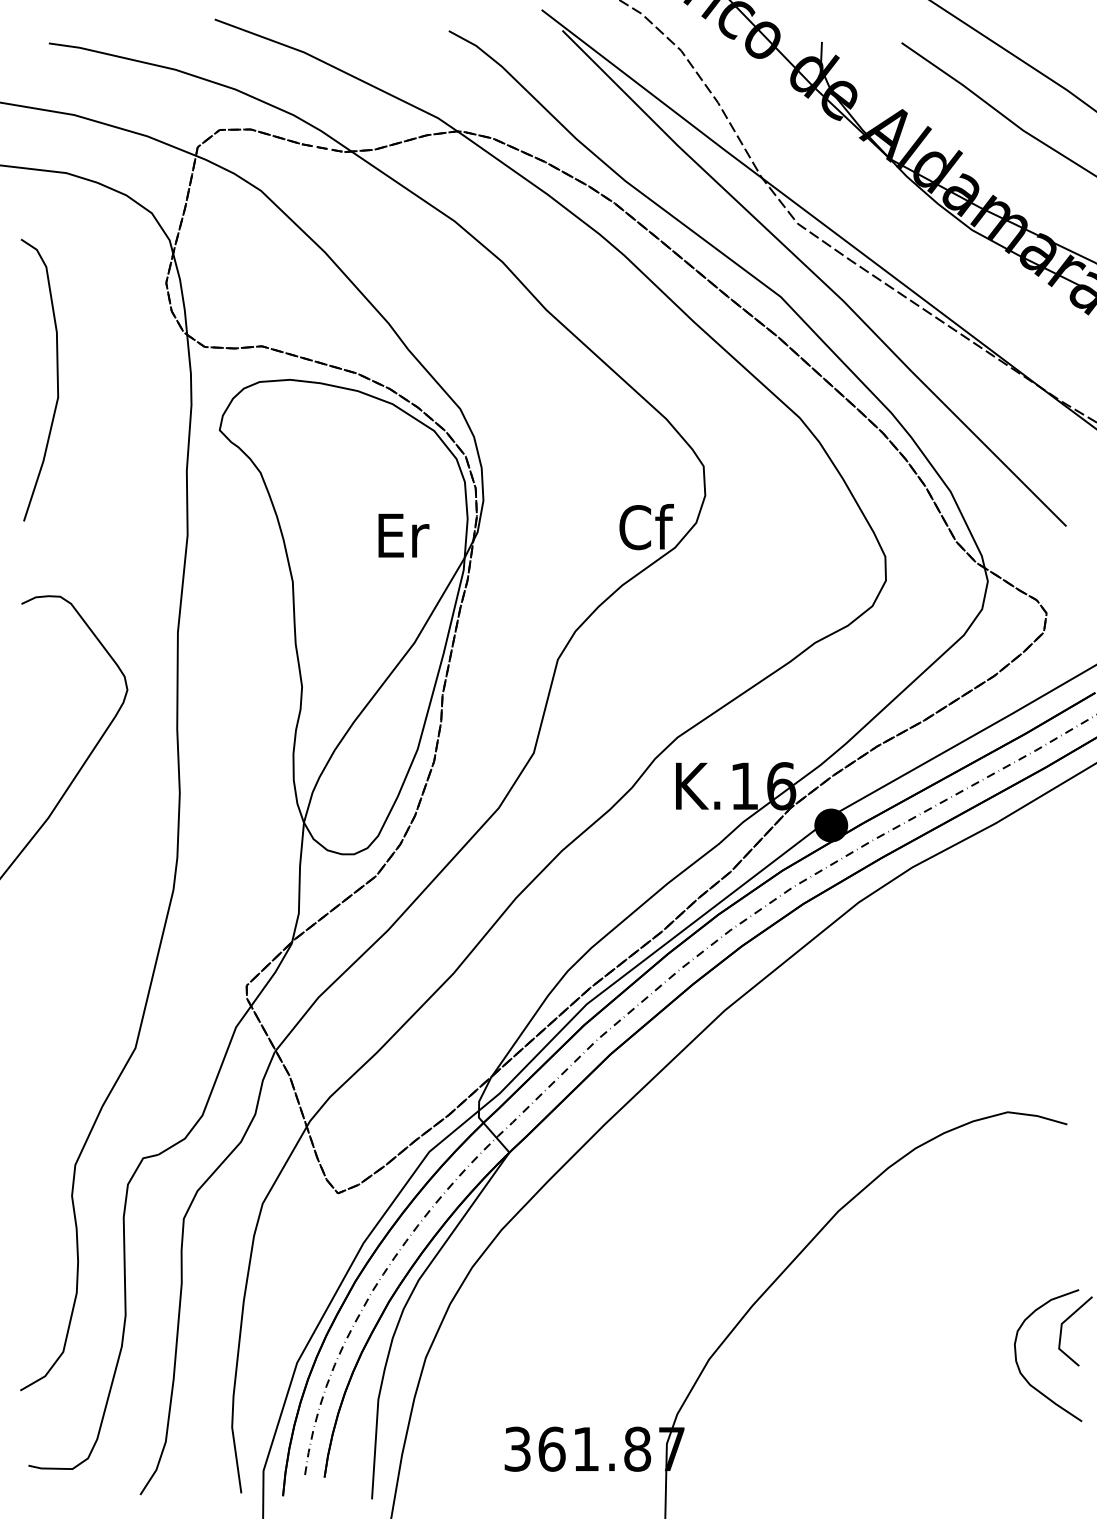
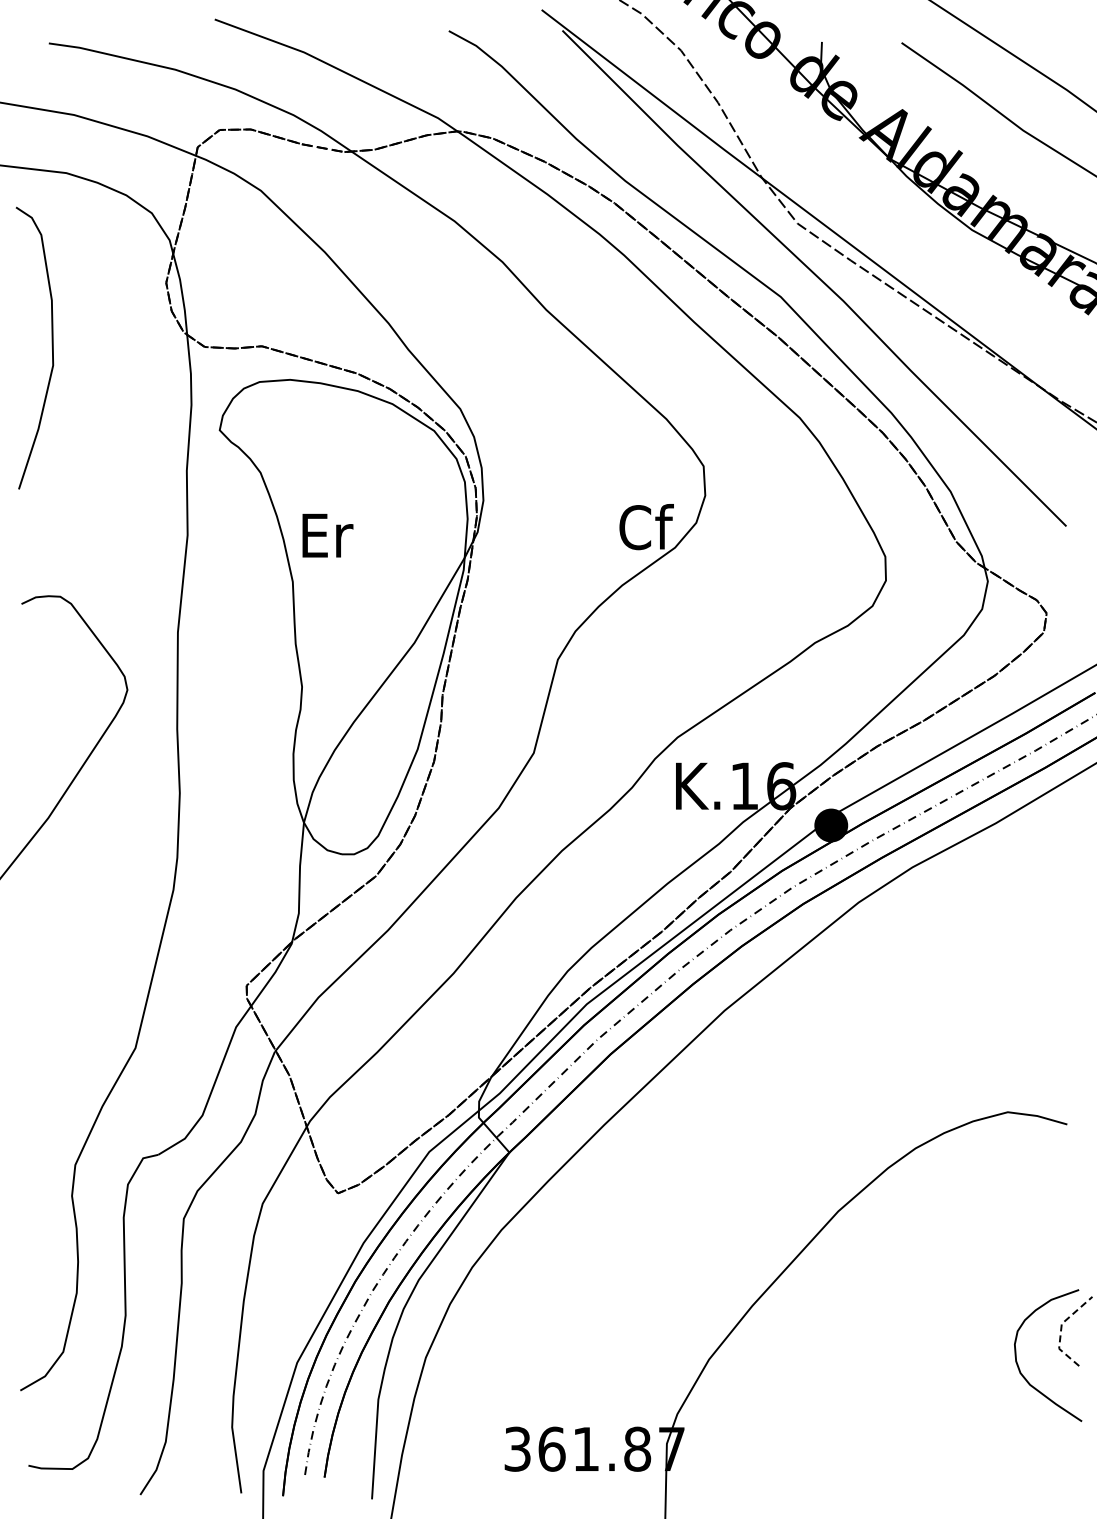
curve at (56, 378) position: (56, 378) -> (51, 346)
text at (403, 535) position: (403, 535) -> (327, 535)
line at (1061, 1328): solid -> dashed
